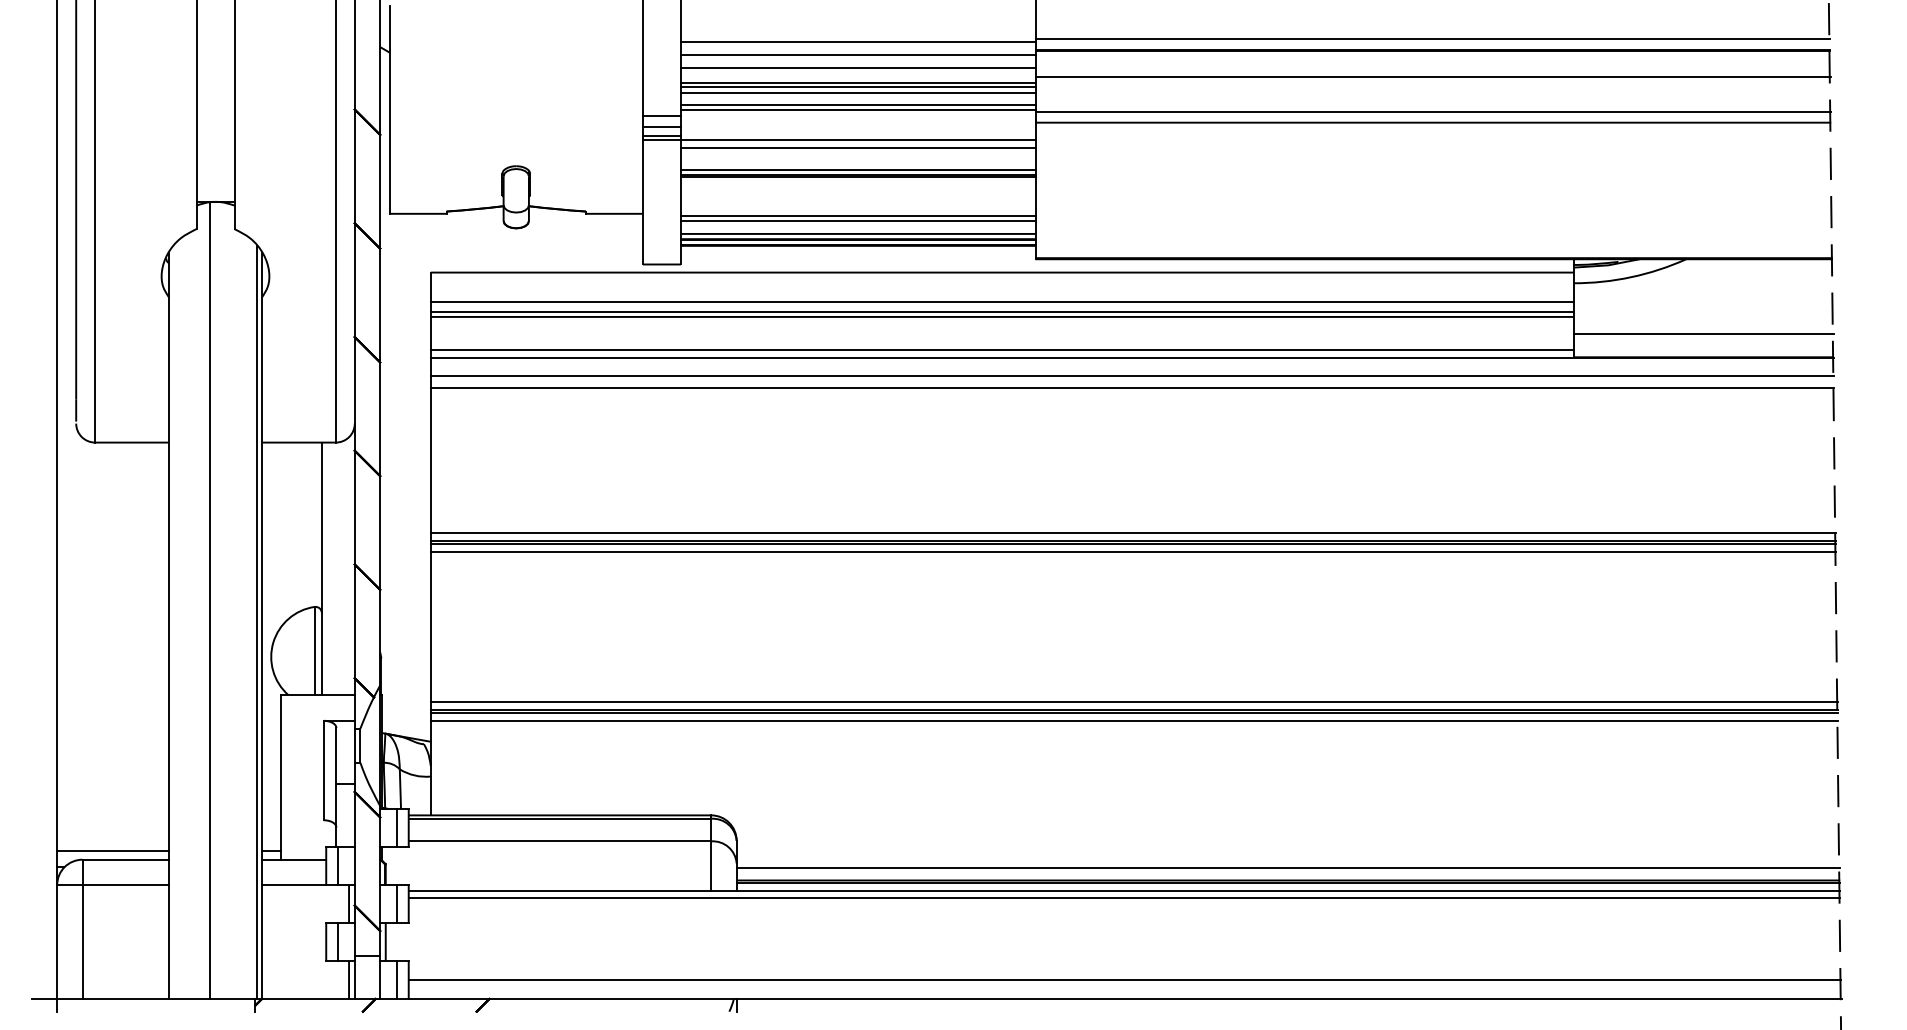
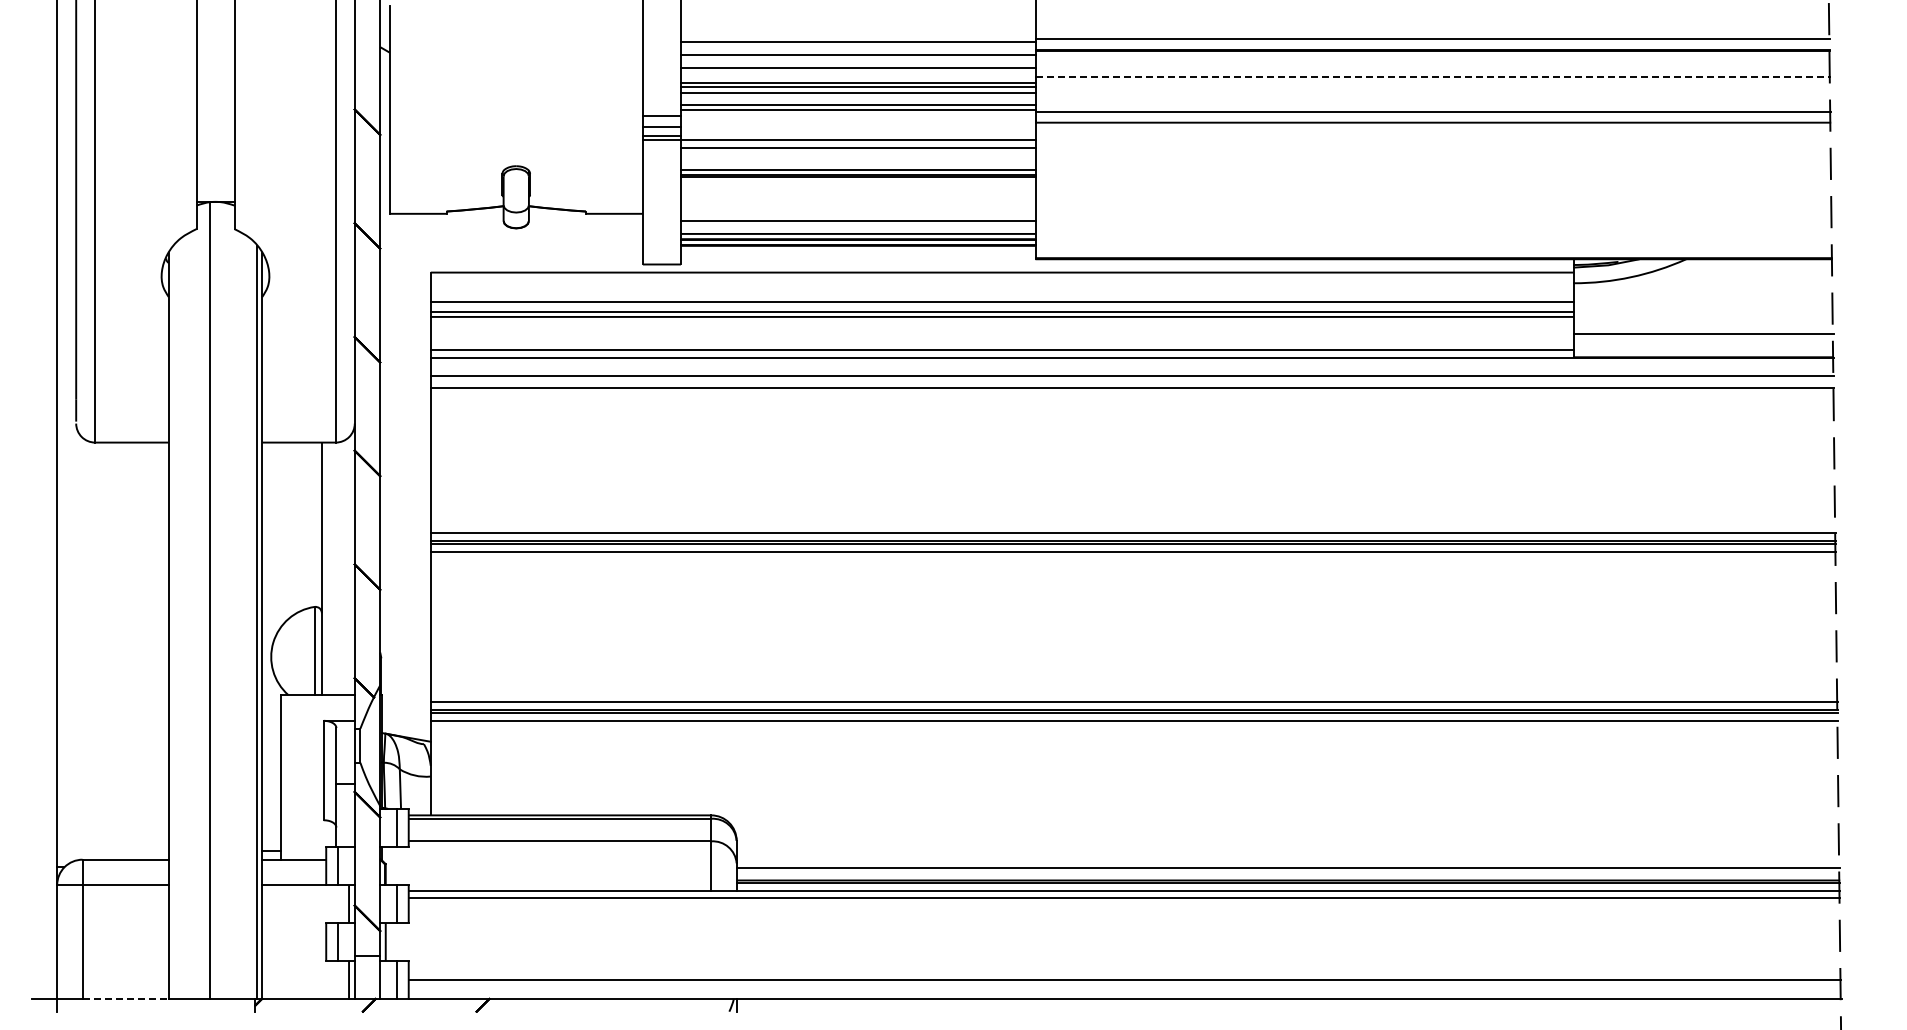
line at (1433, 77): solid -> dashed
line at (857, 215): present -> none
line at (112, 850): present -> none
line at (126, 999): solid -> dashed
